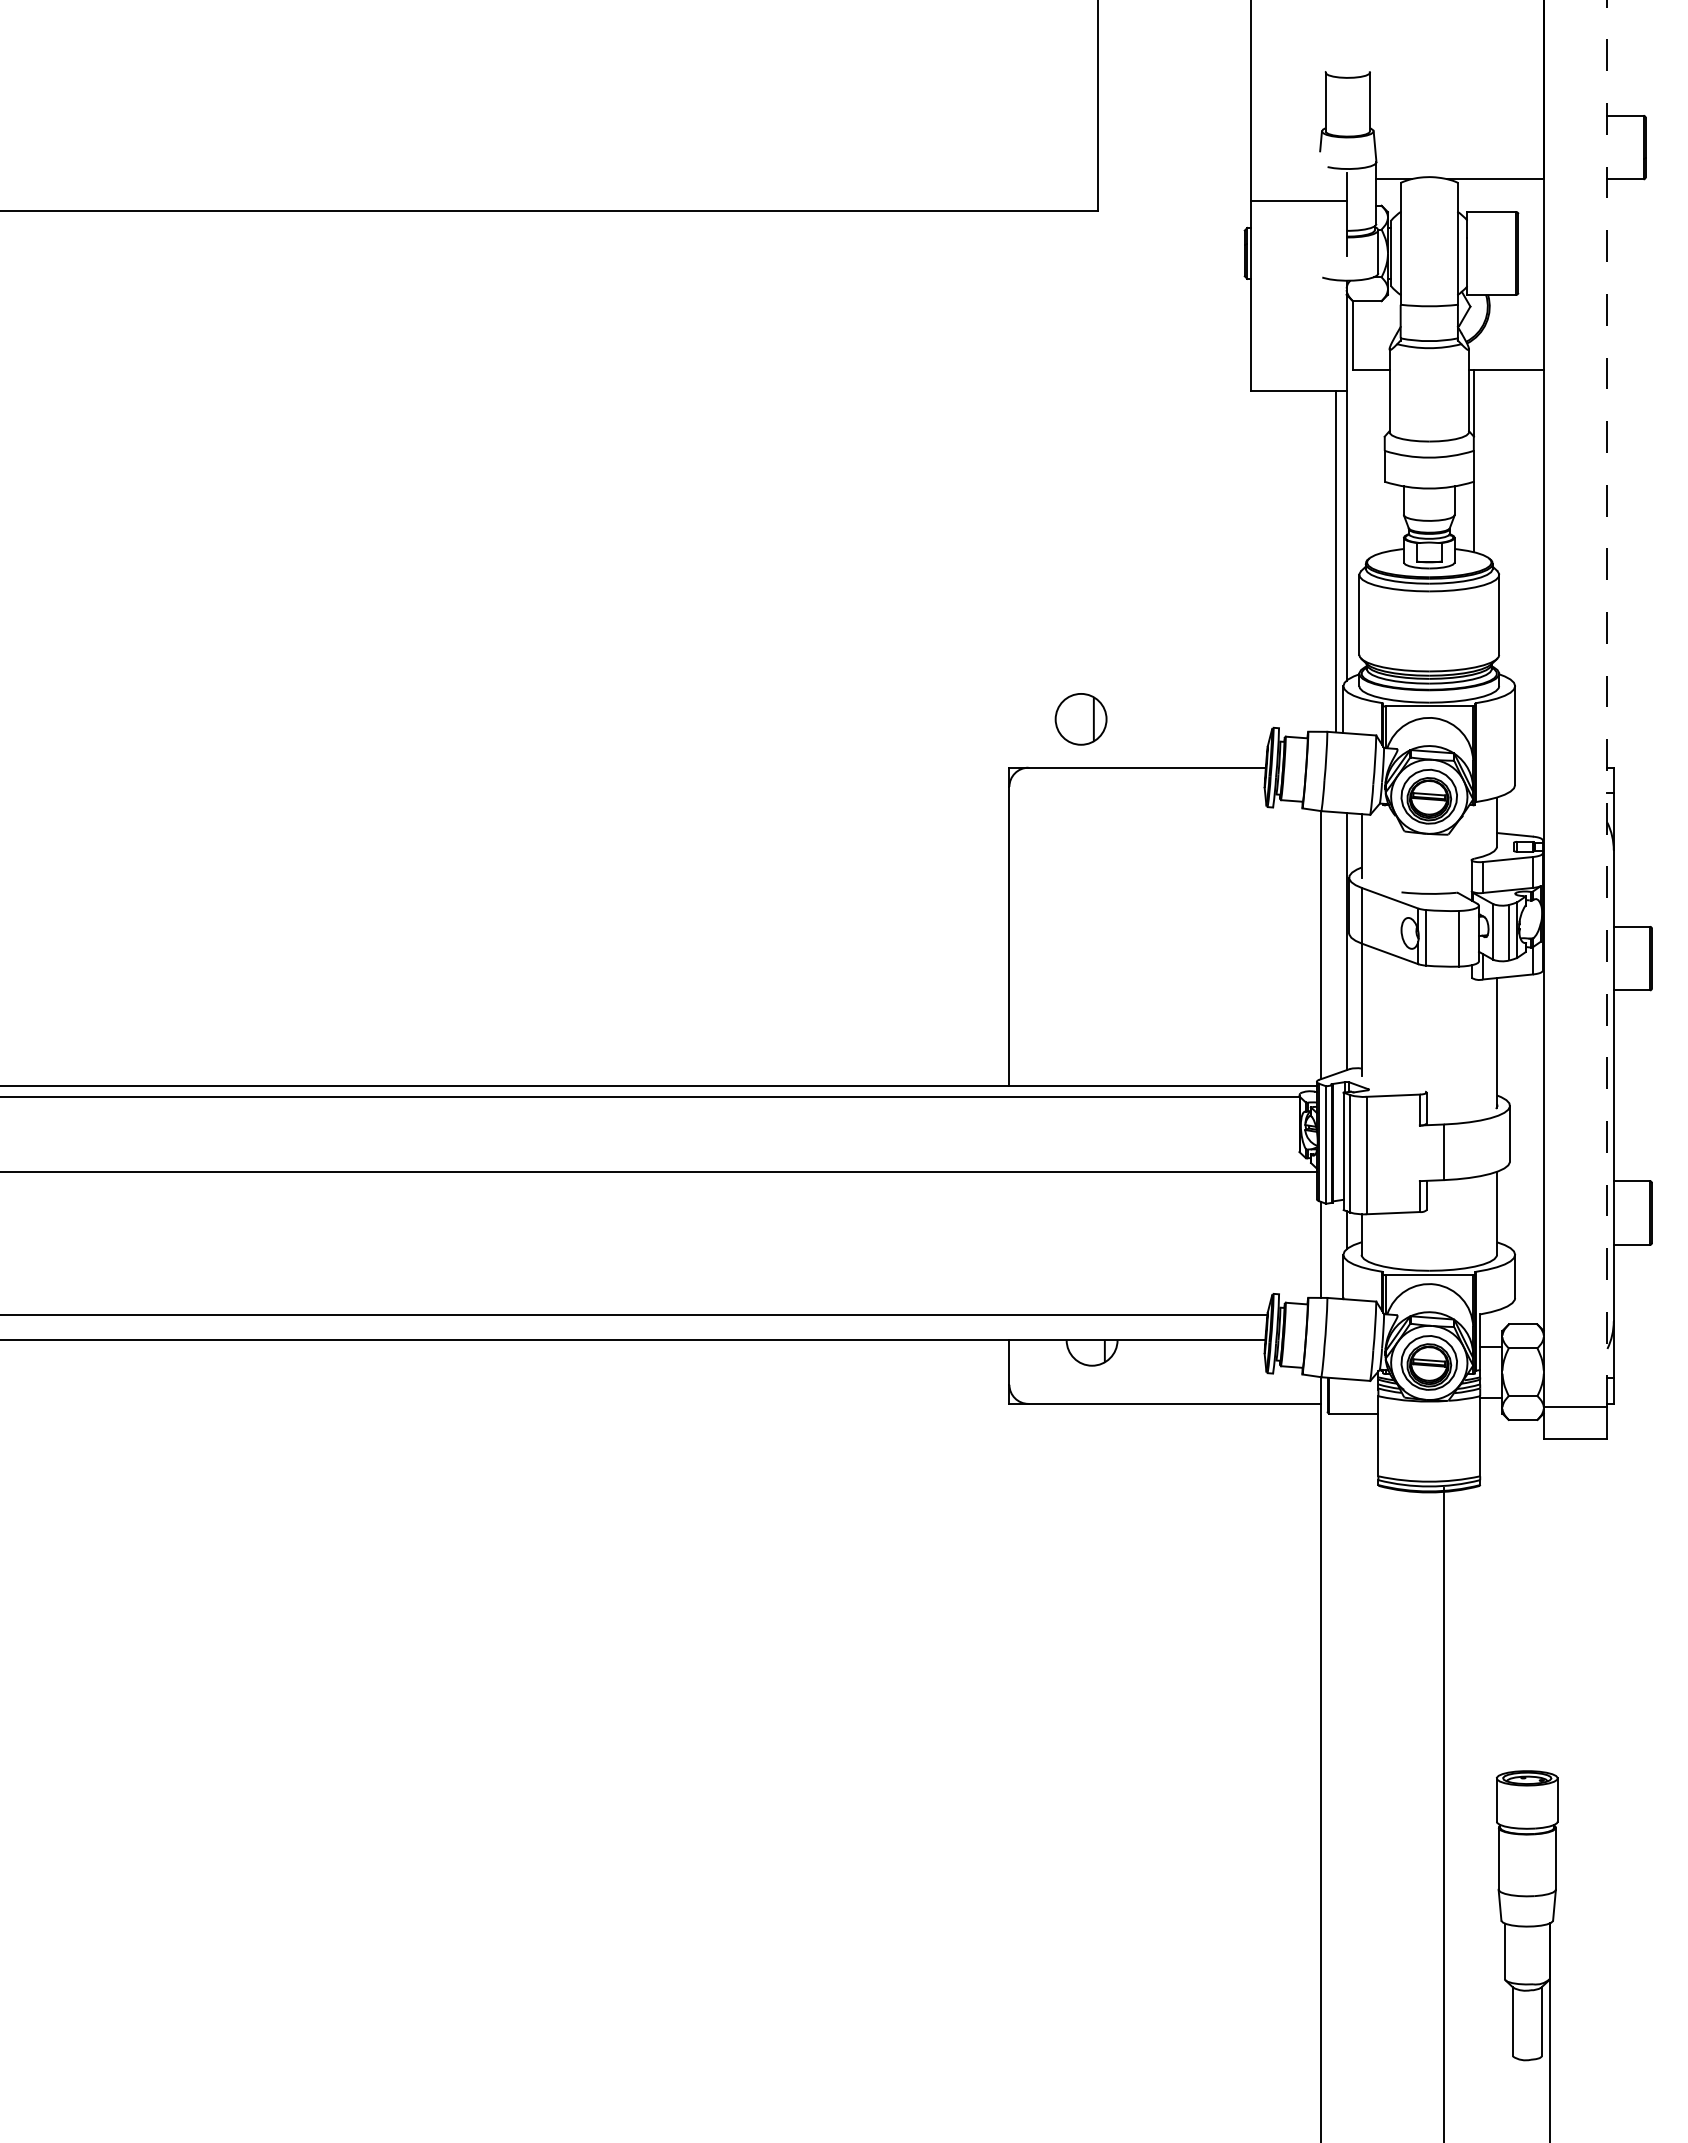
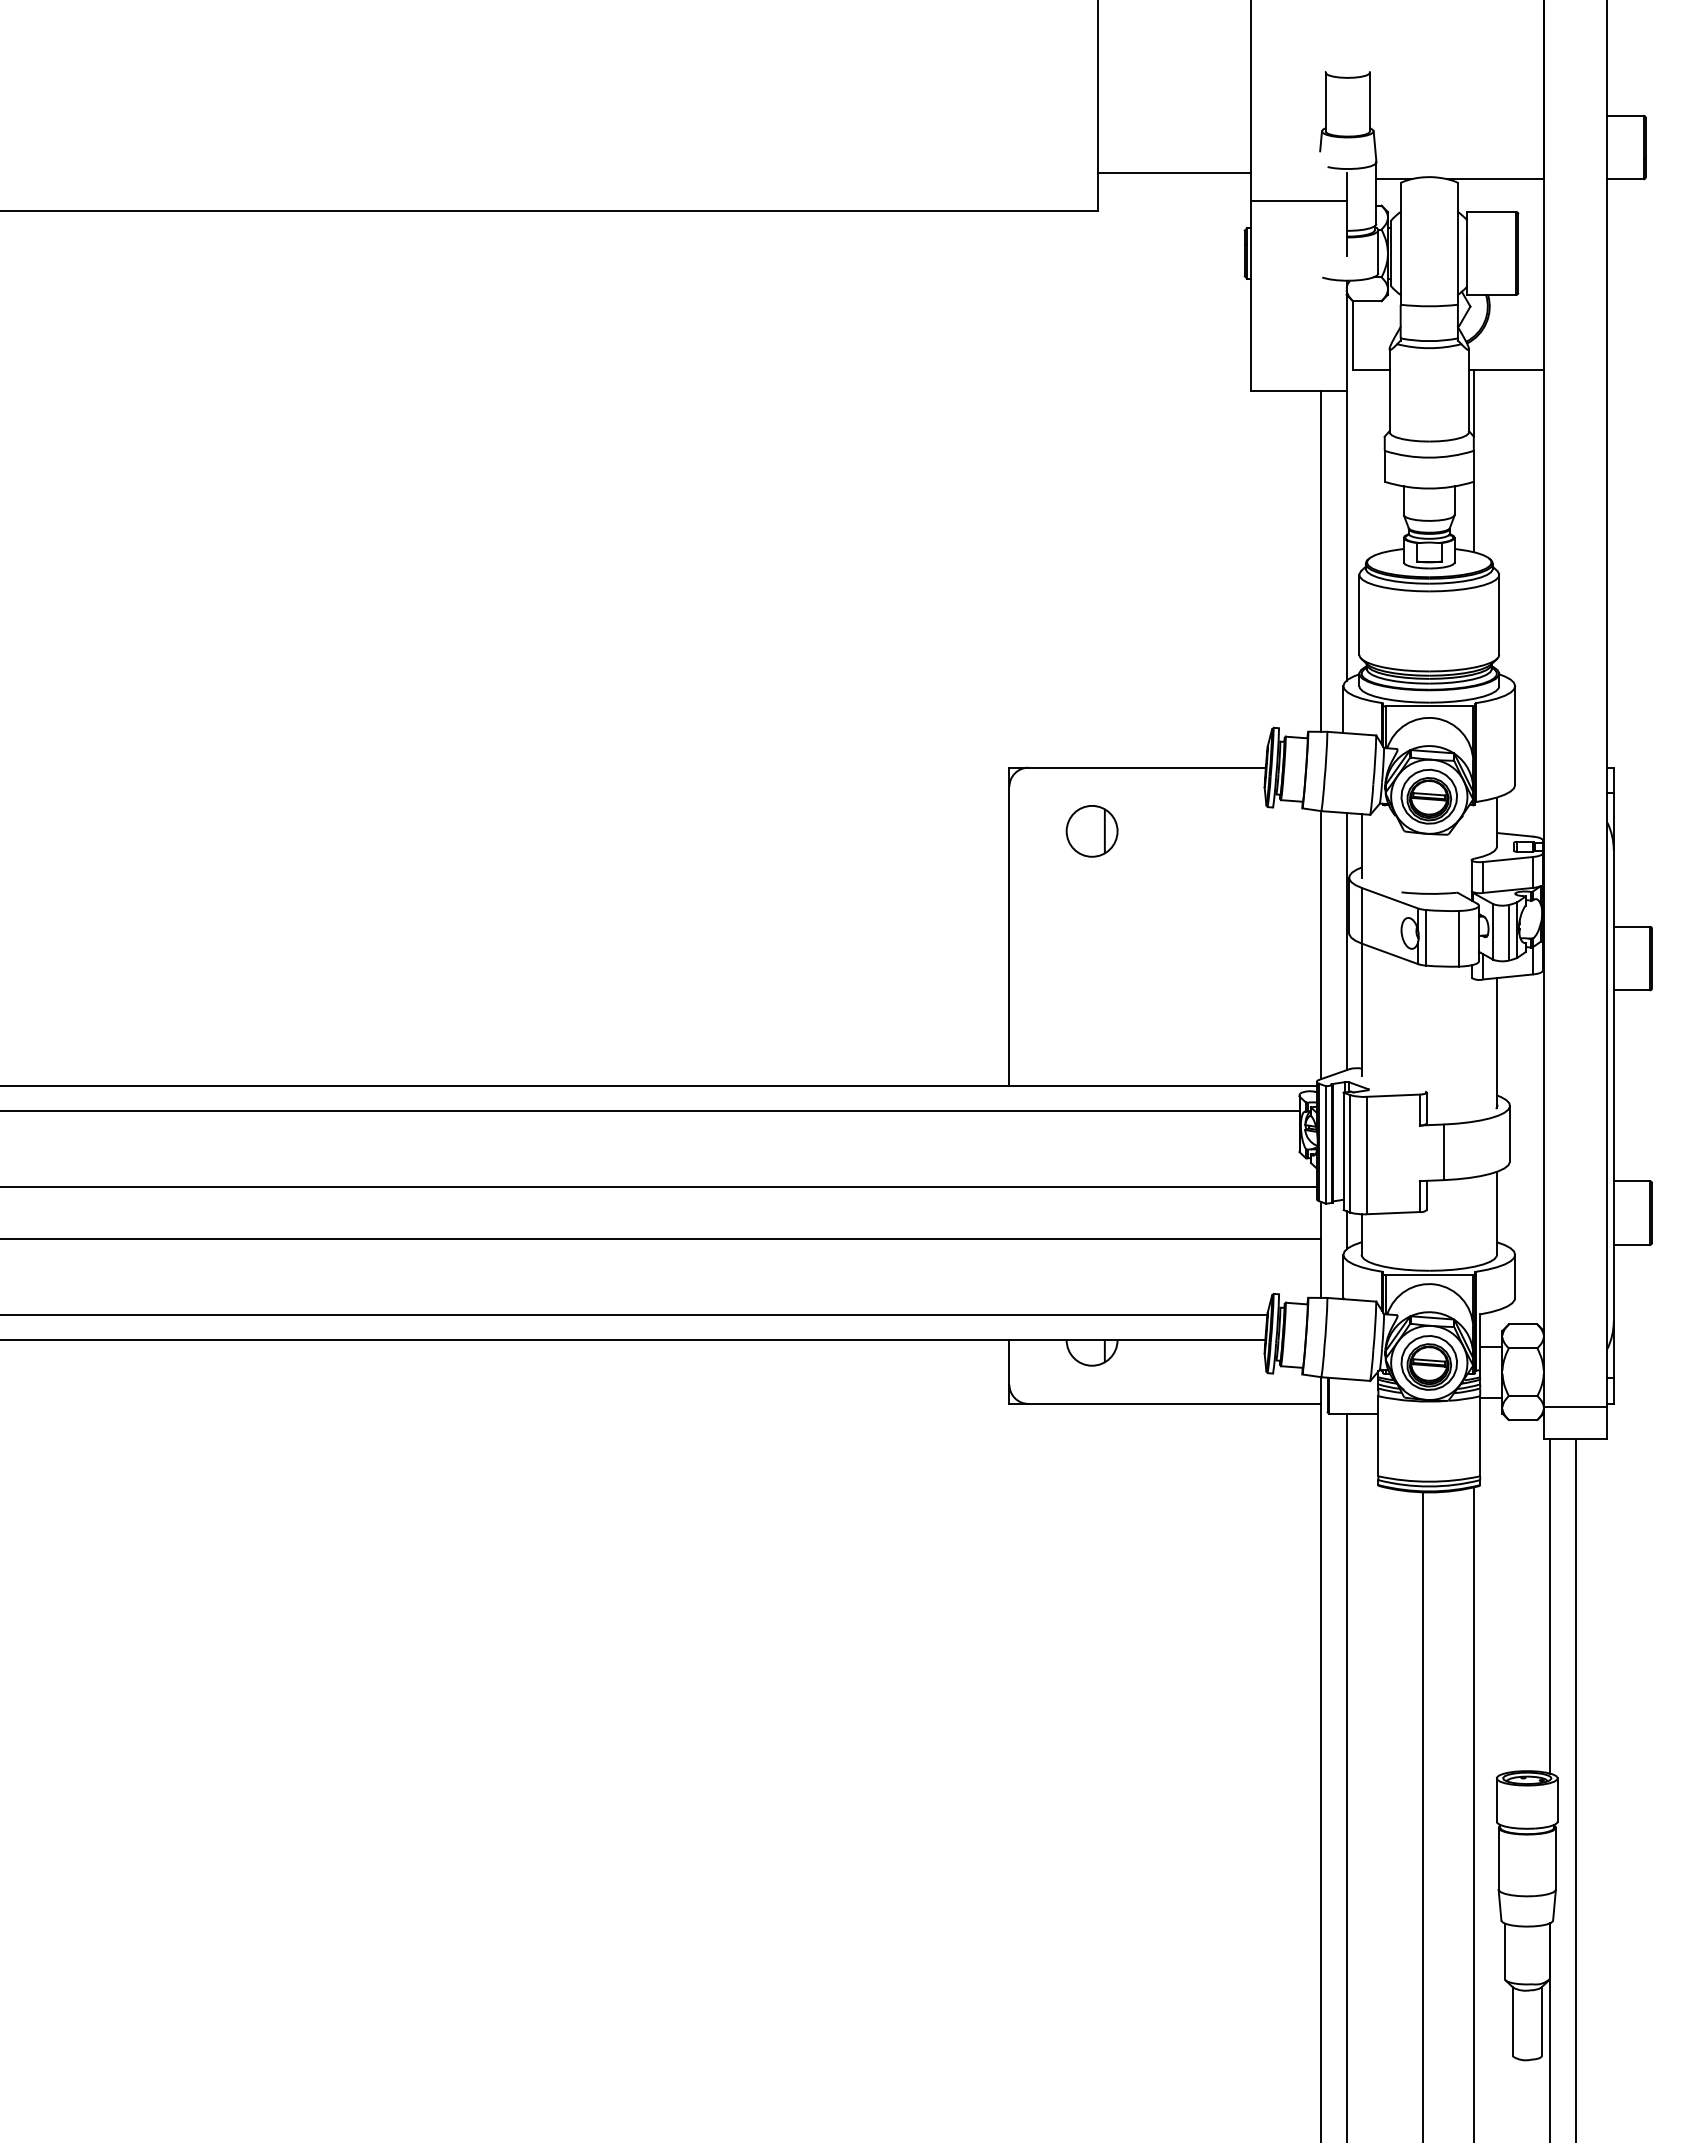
line at (1174, 173): none -> present
line at (1336, 560) position: (1336, 560) -> (1321, 560)
line at (1607, 703): dashed -> solid
part at (1080, 719) position: (1080, 719) -> (1091, 831)
line at (650, 1097) position: (650, 1097) -> (650, 1111)
line at (659, 1172) position: (659, 1172) -> (659, 1187)
line at (661, 1238): none -> present
line at (1550, 1606): none -> present
line at (1346, 1776): none -> present
line at (1575, 1789): none -> present
line at (1443, 1813) position: (1443, 1813) -> (1473, 1813)
line at (1422, 1815): none -> present
